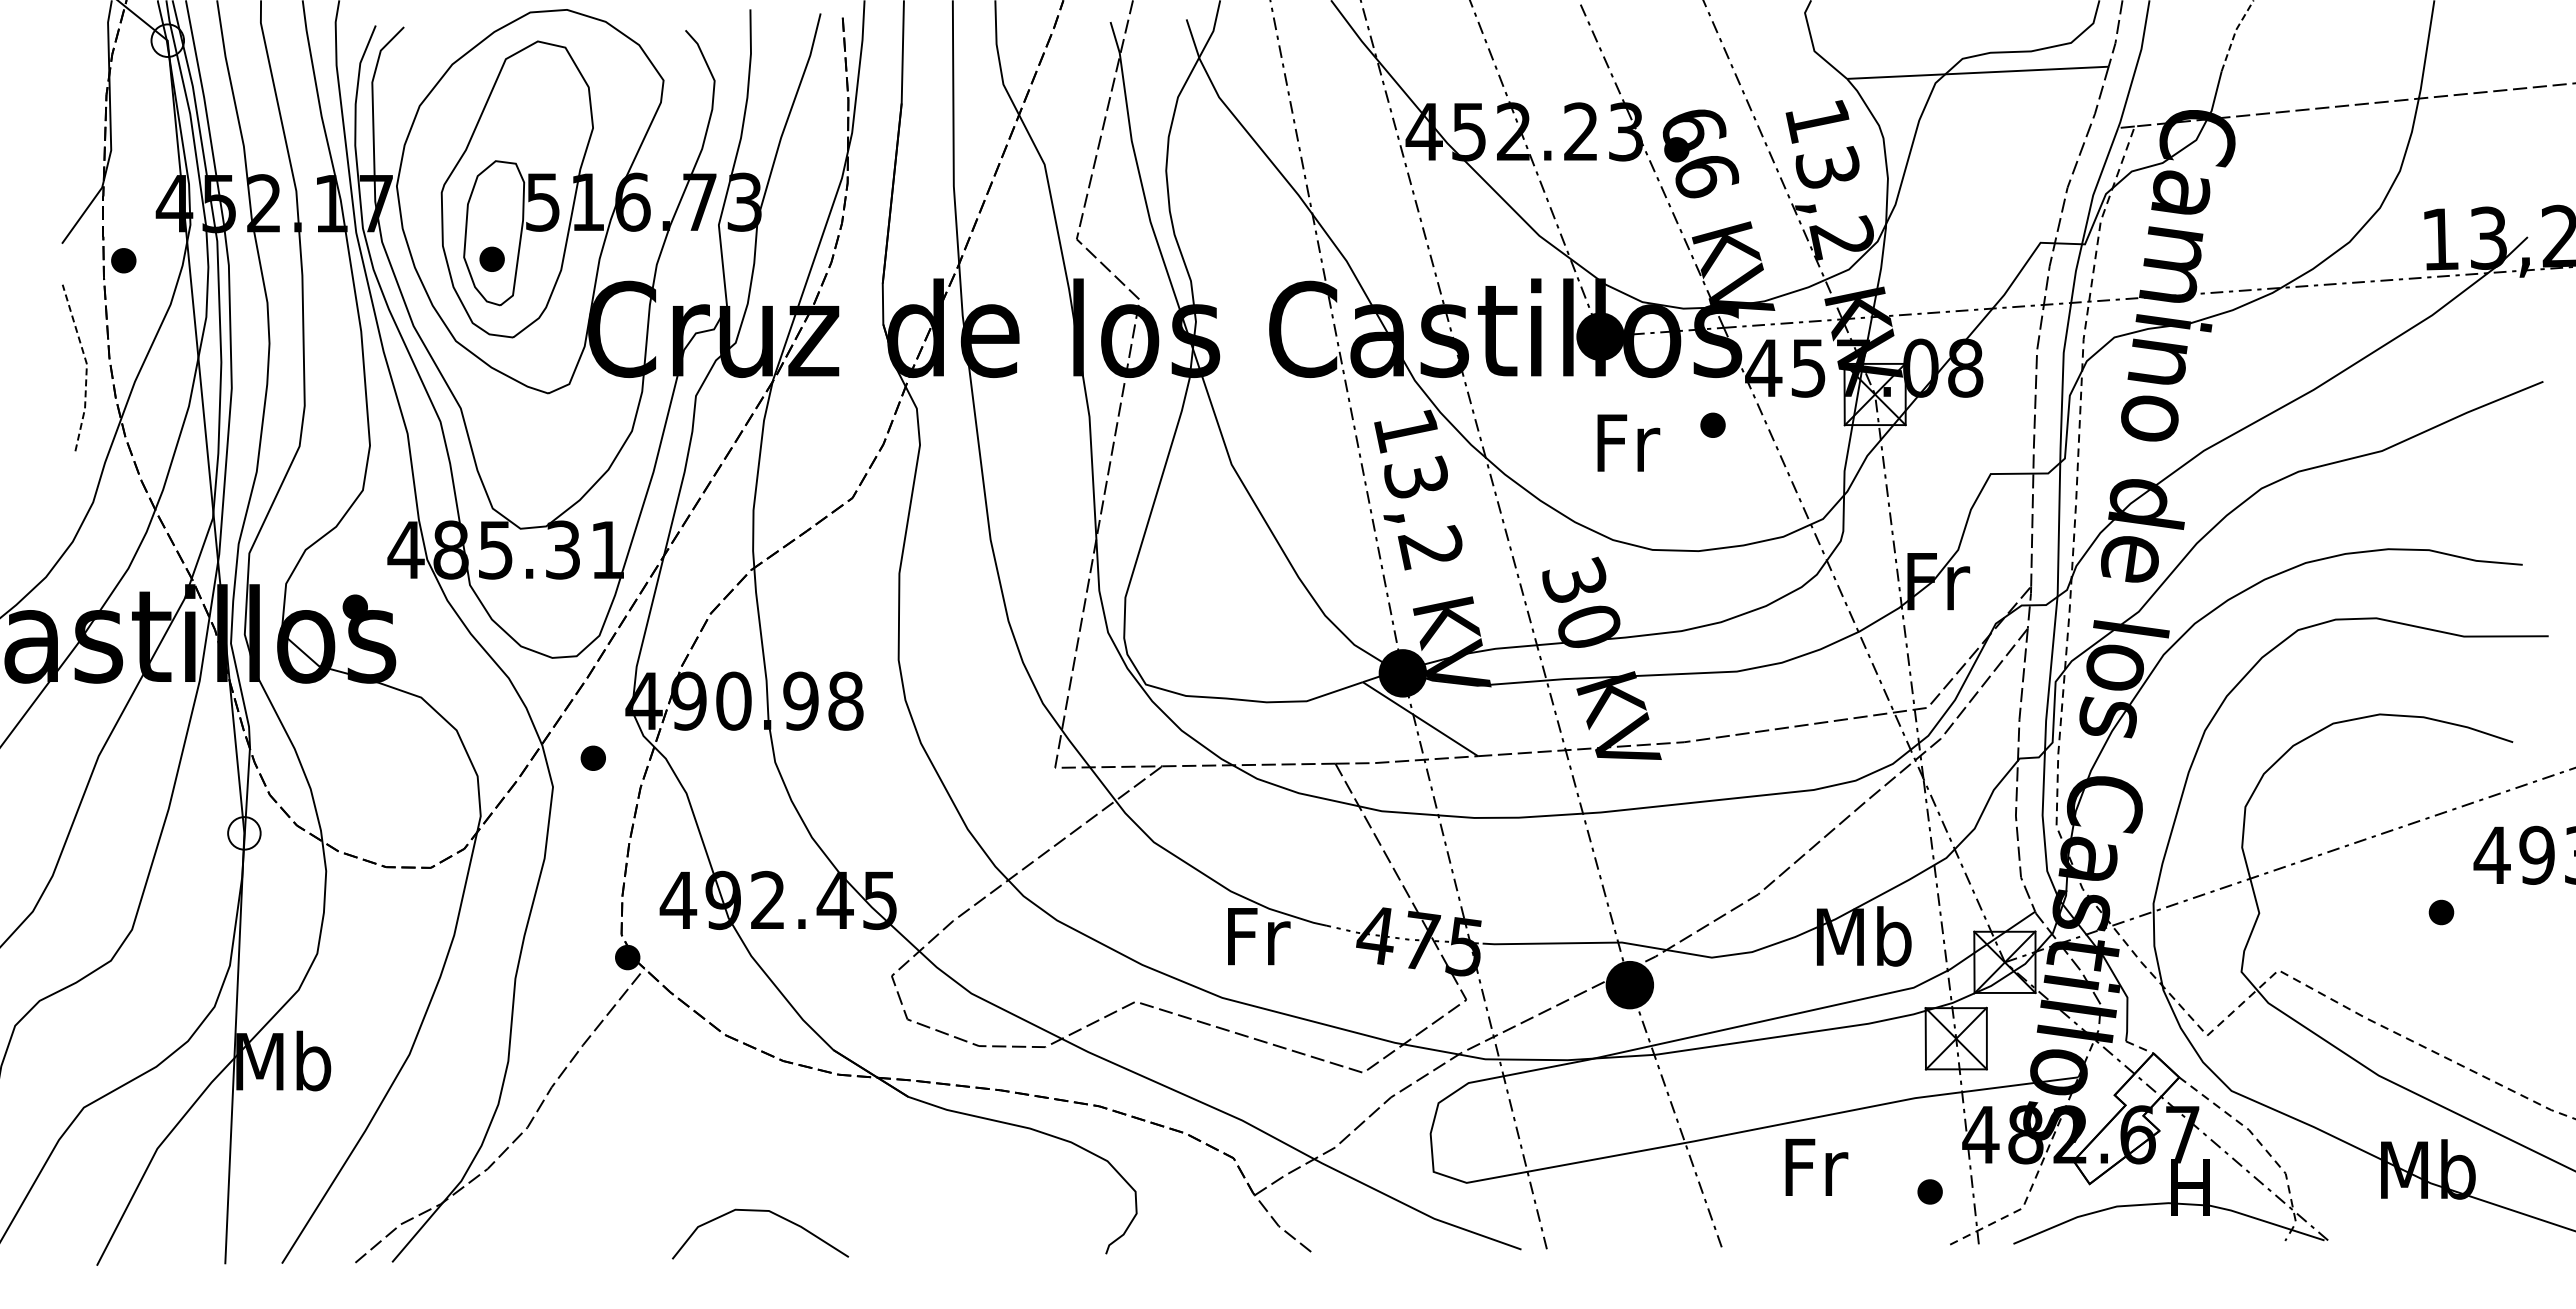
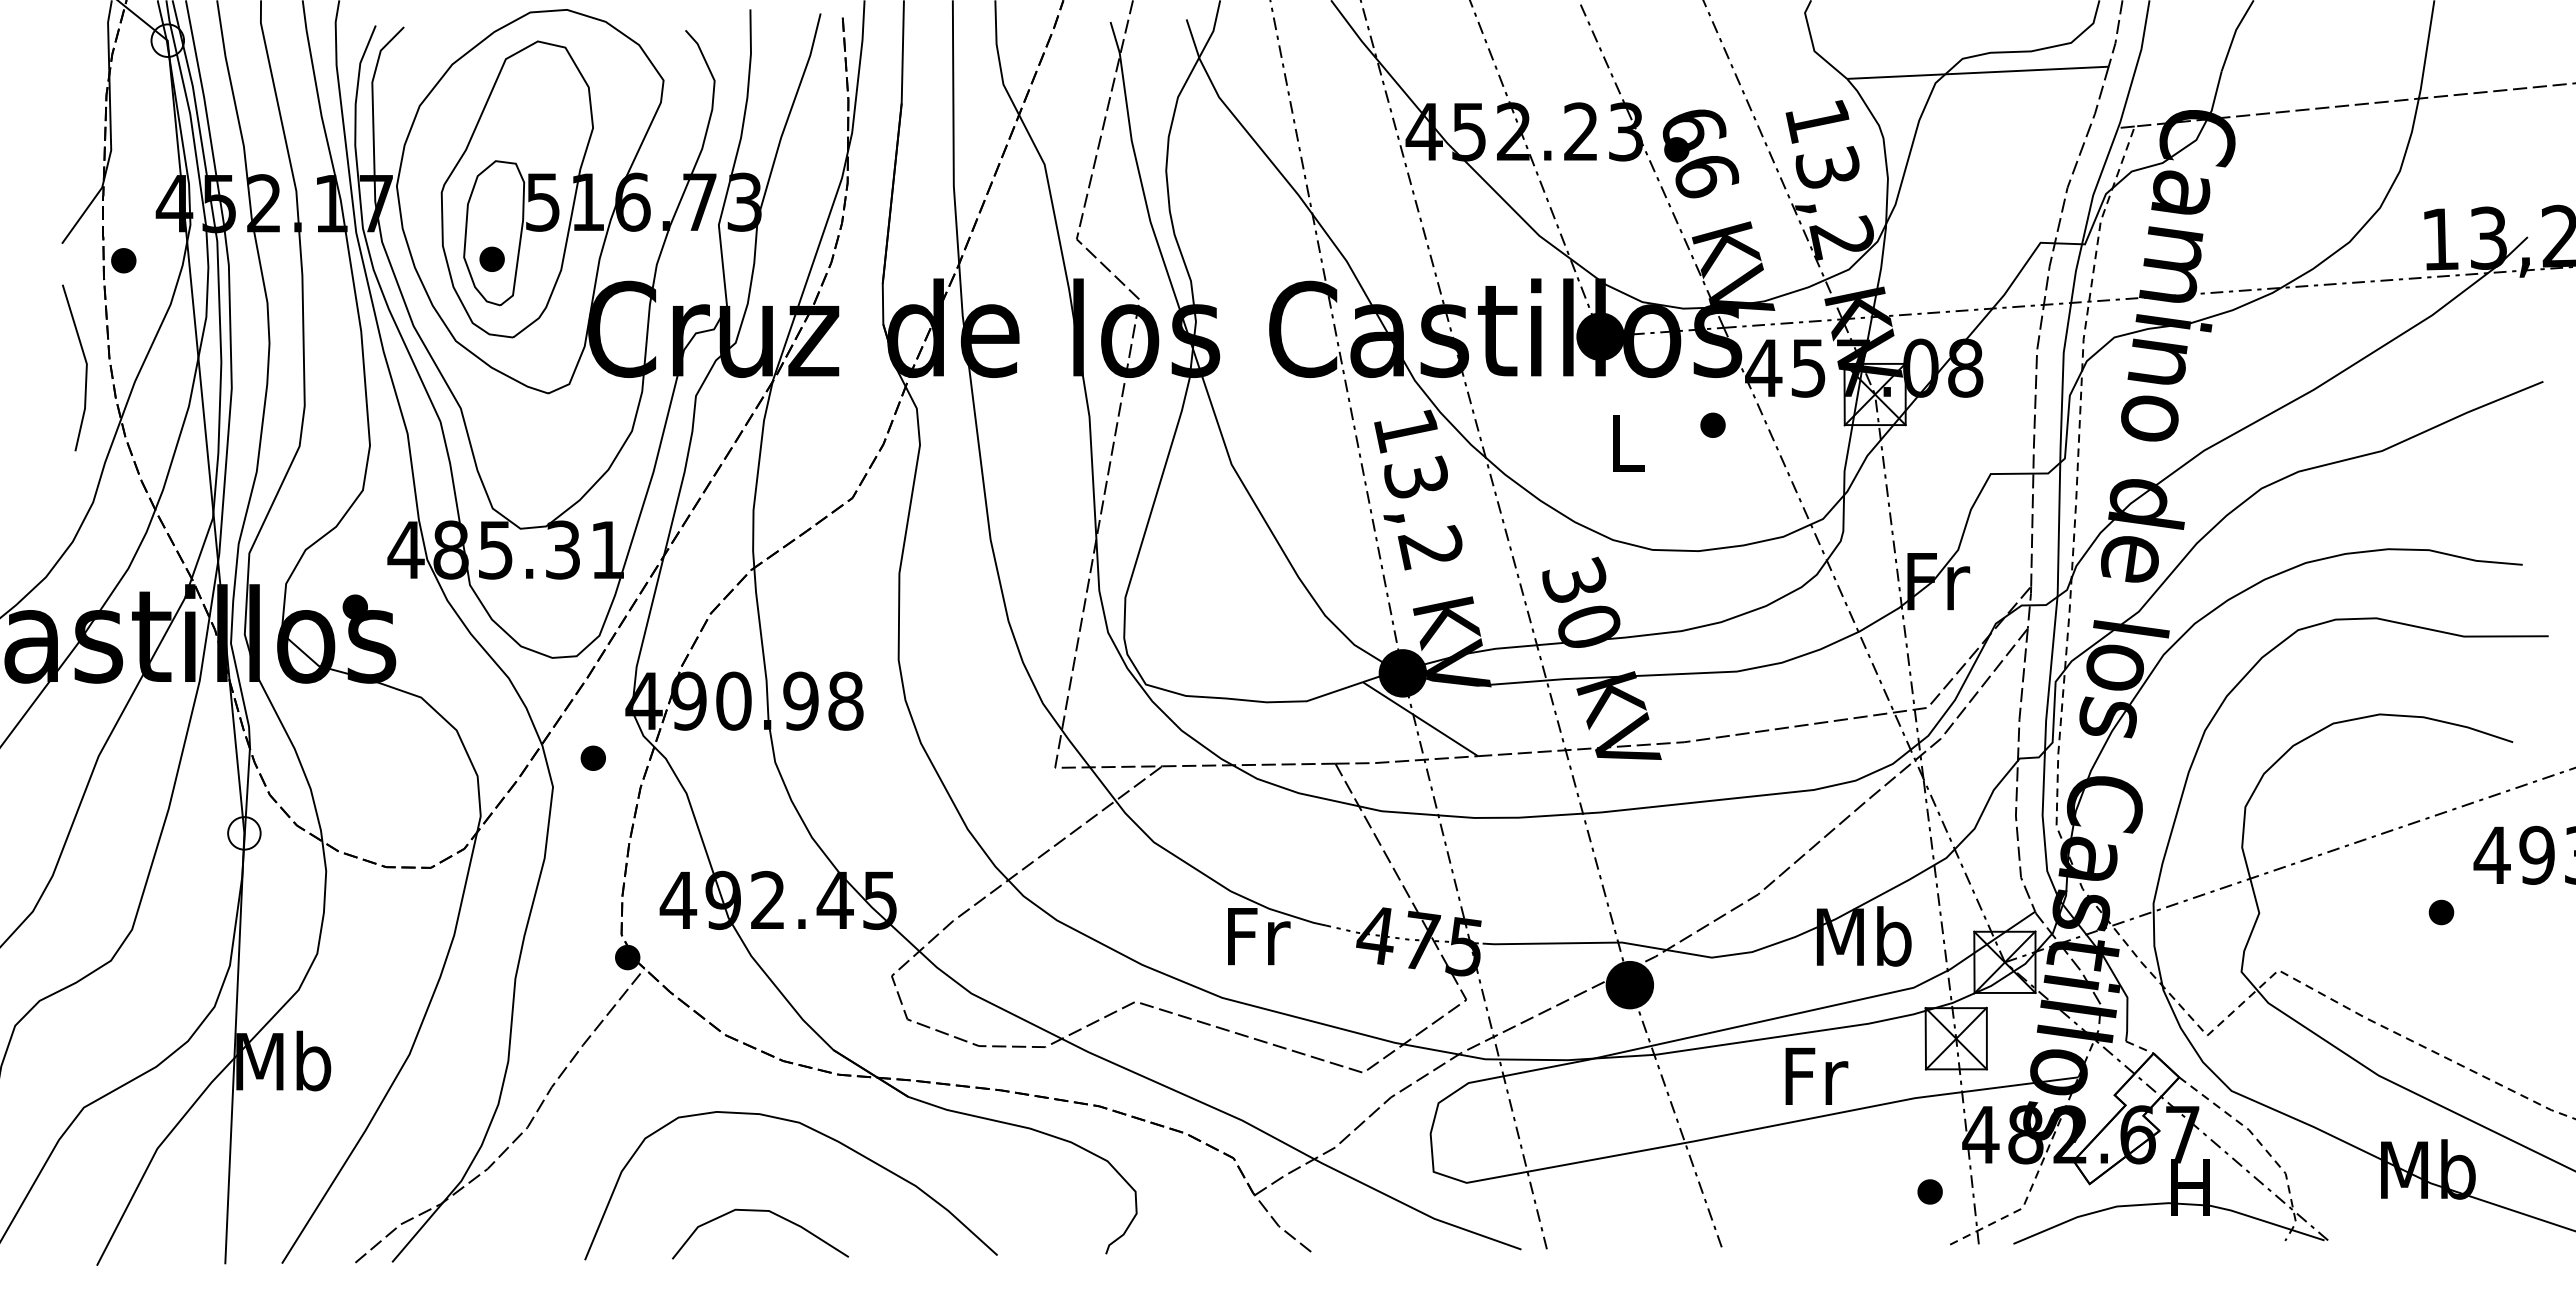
line at (2234, 33): dashed -> solid
line at (86, 366): dashed -> solid
text at (1628, 442): Fr -> L
curve at (816, 1132): none -> present
text at (1816, 1167) position: (1816, 1167) -> (1816, 1076)
